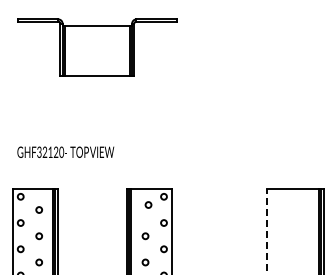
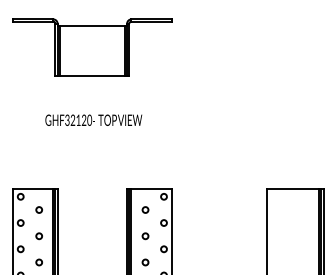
part at (97, 47) position: (97, 47) -> (92, 47)
text at (65, 151) position: (65, 151) -> (93, 119)
circle at (148, 204) position: (148, 204) -> (145, 209)
line at (266, 231): dashed -> solid
